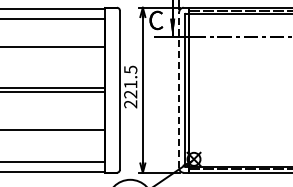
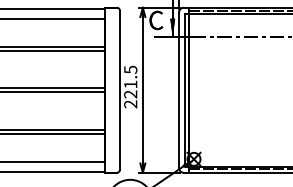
line at (53, 50): none -> present
line at (179, 89): dashed -> solid
line at (53, 133): none -> present
